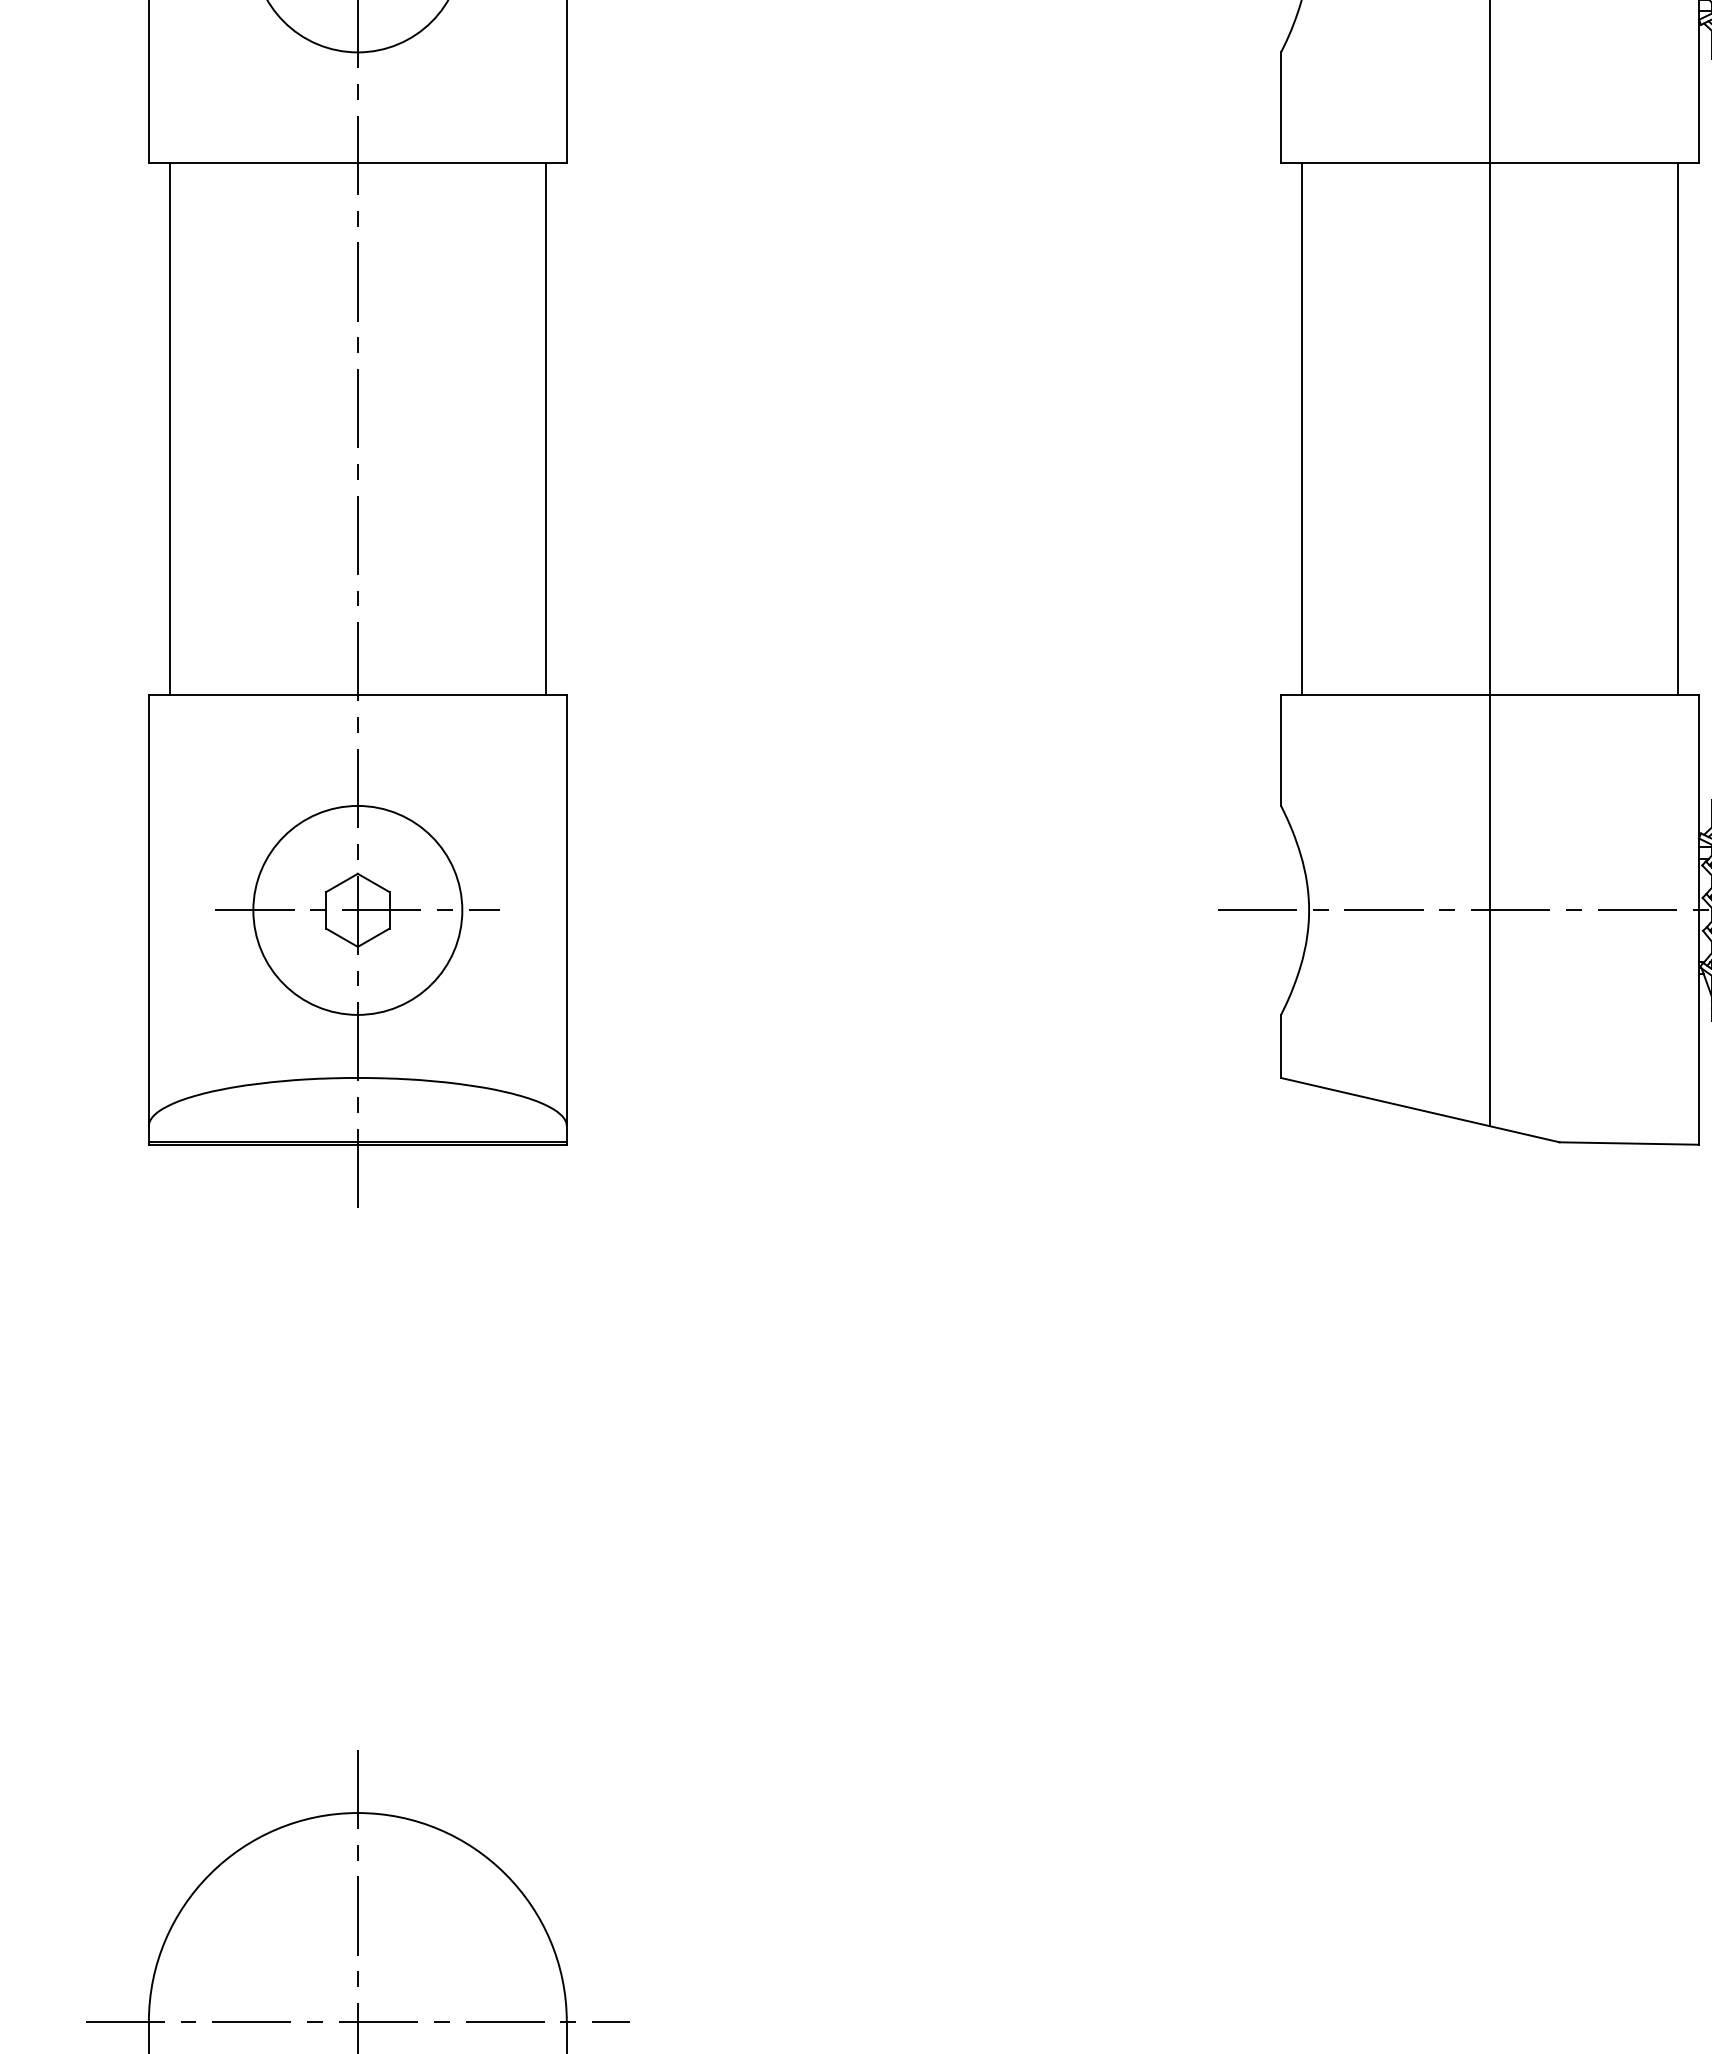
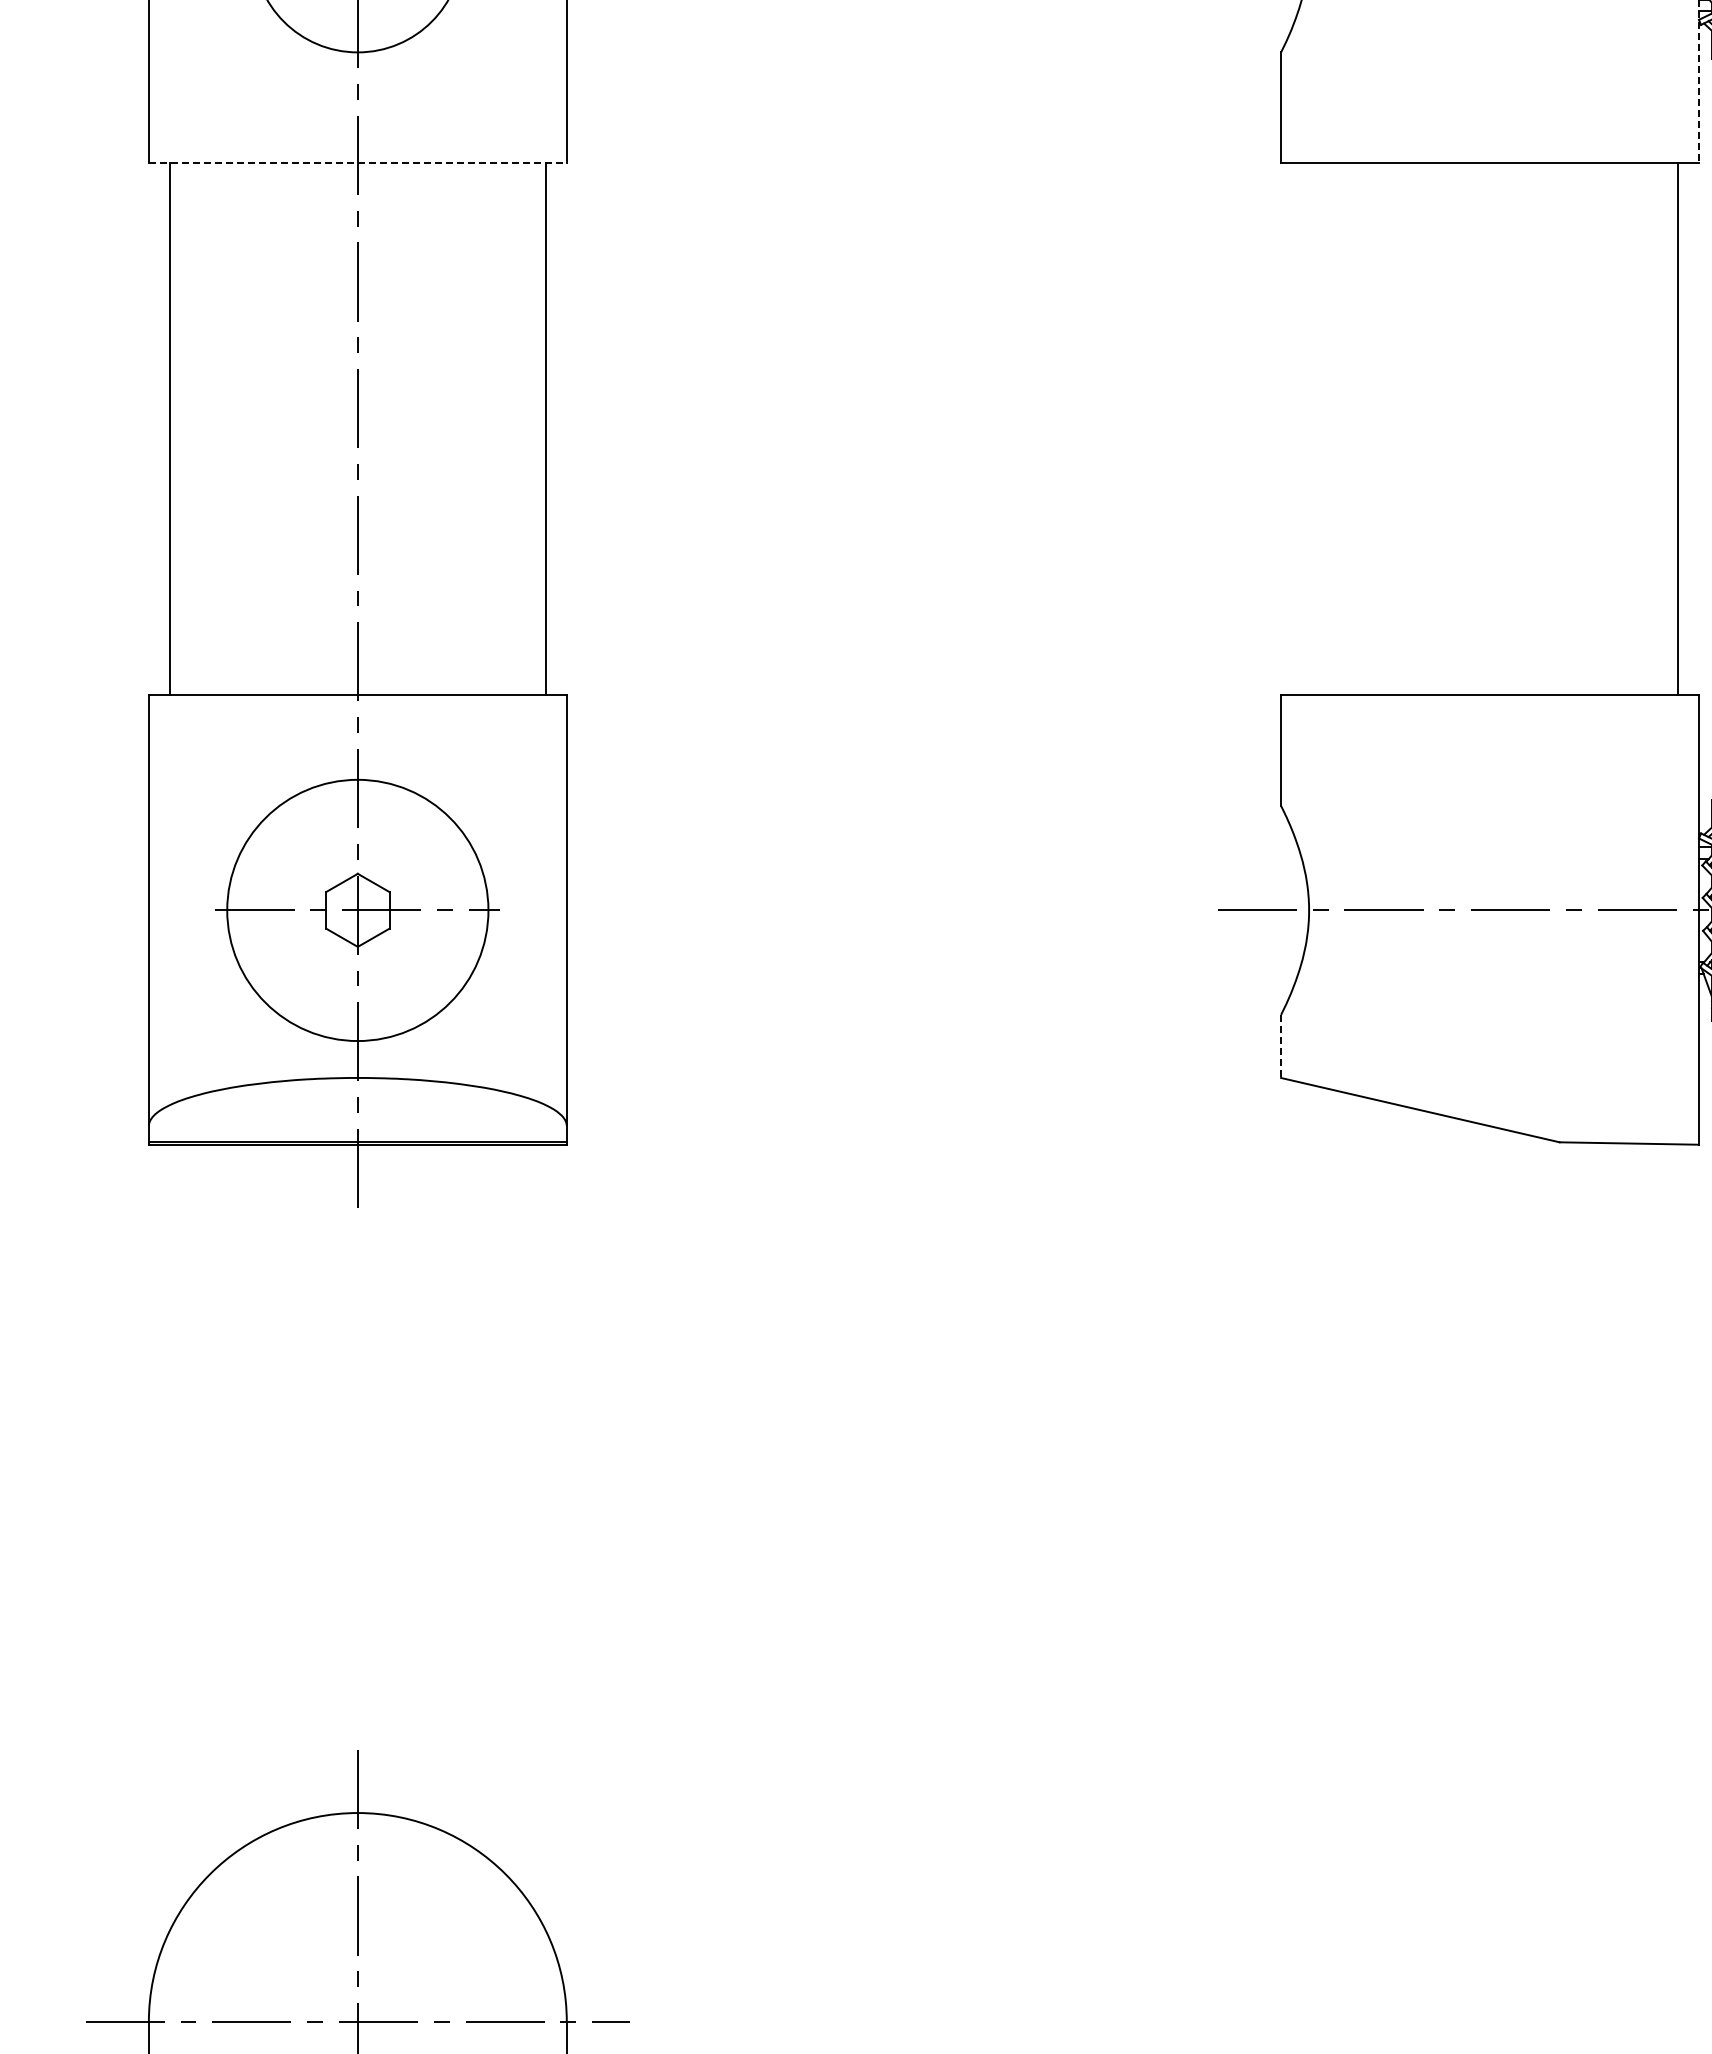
line at (1699, 82): solid -> dashed
line at (357, 163): solid -> dashed
line at (1301, 429): present -> none
line at (1490, 564): present -> none
circle at (357, 909) diameter: 209 px -> 261 px
line at (1281, 1046): solid -> dashed
